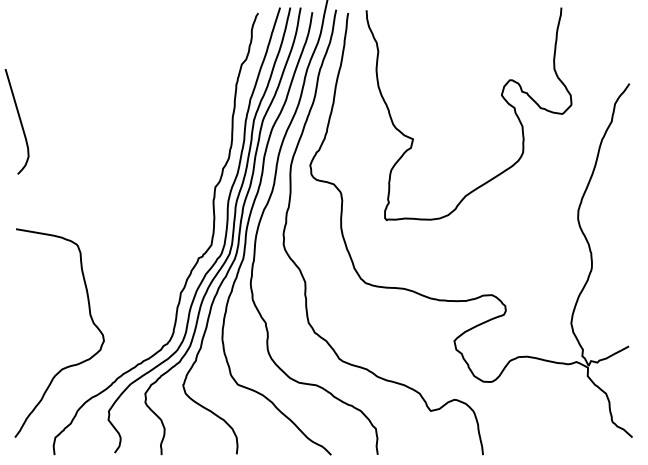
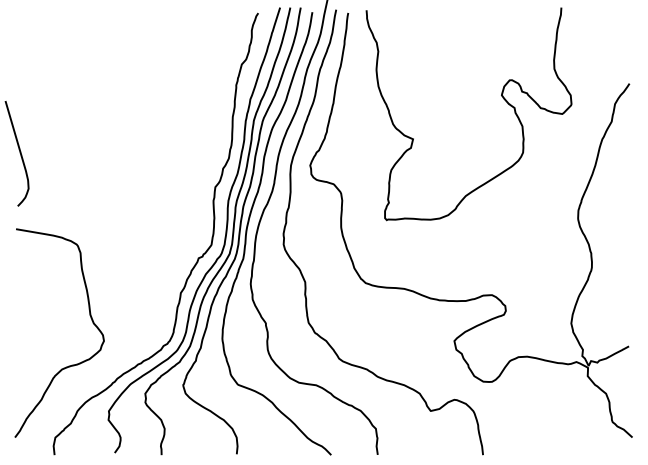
curve at (19, 121) position: (19, 121) -> (19, 153)
